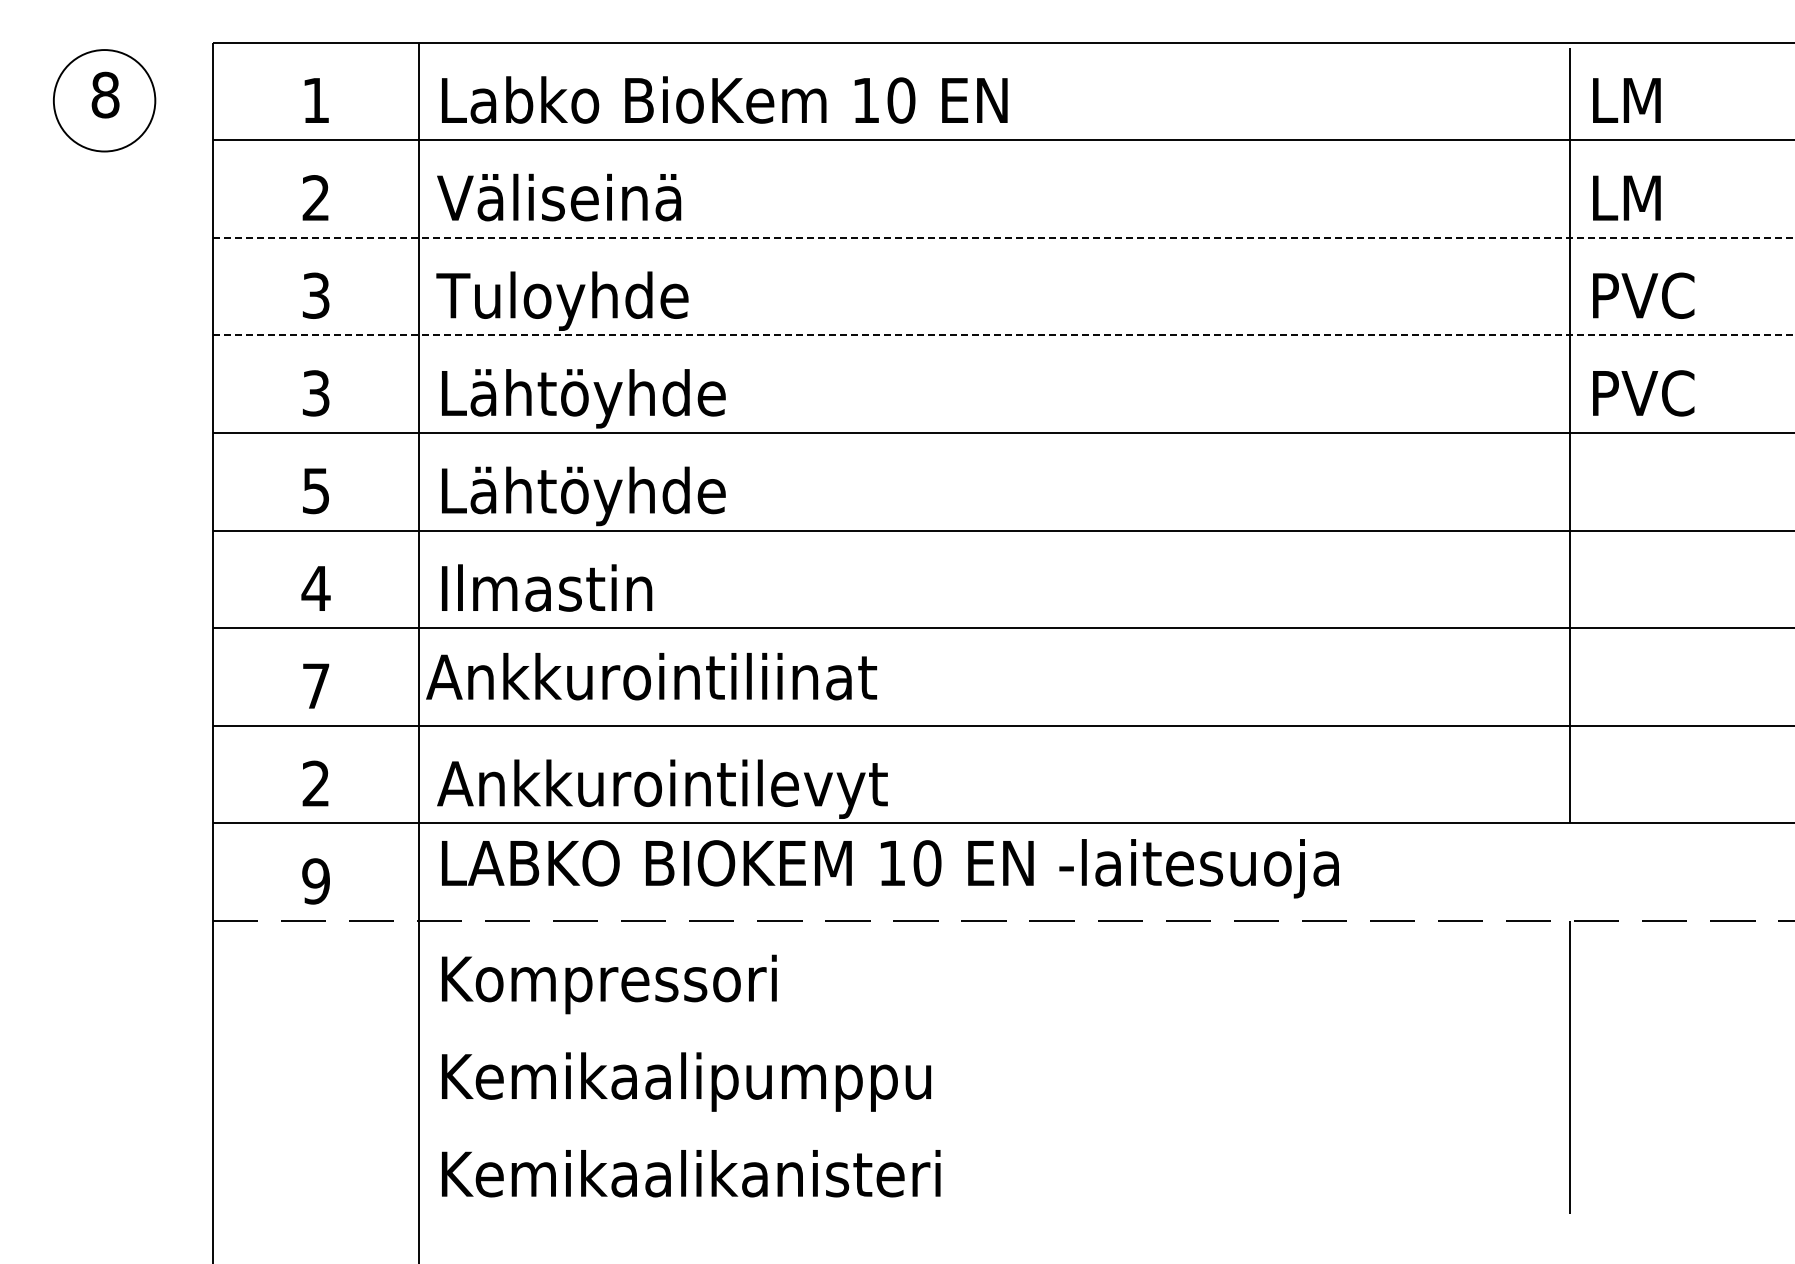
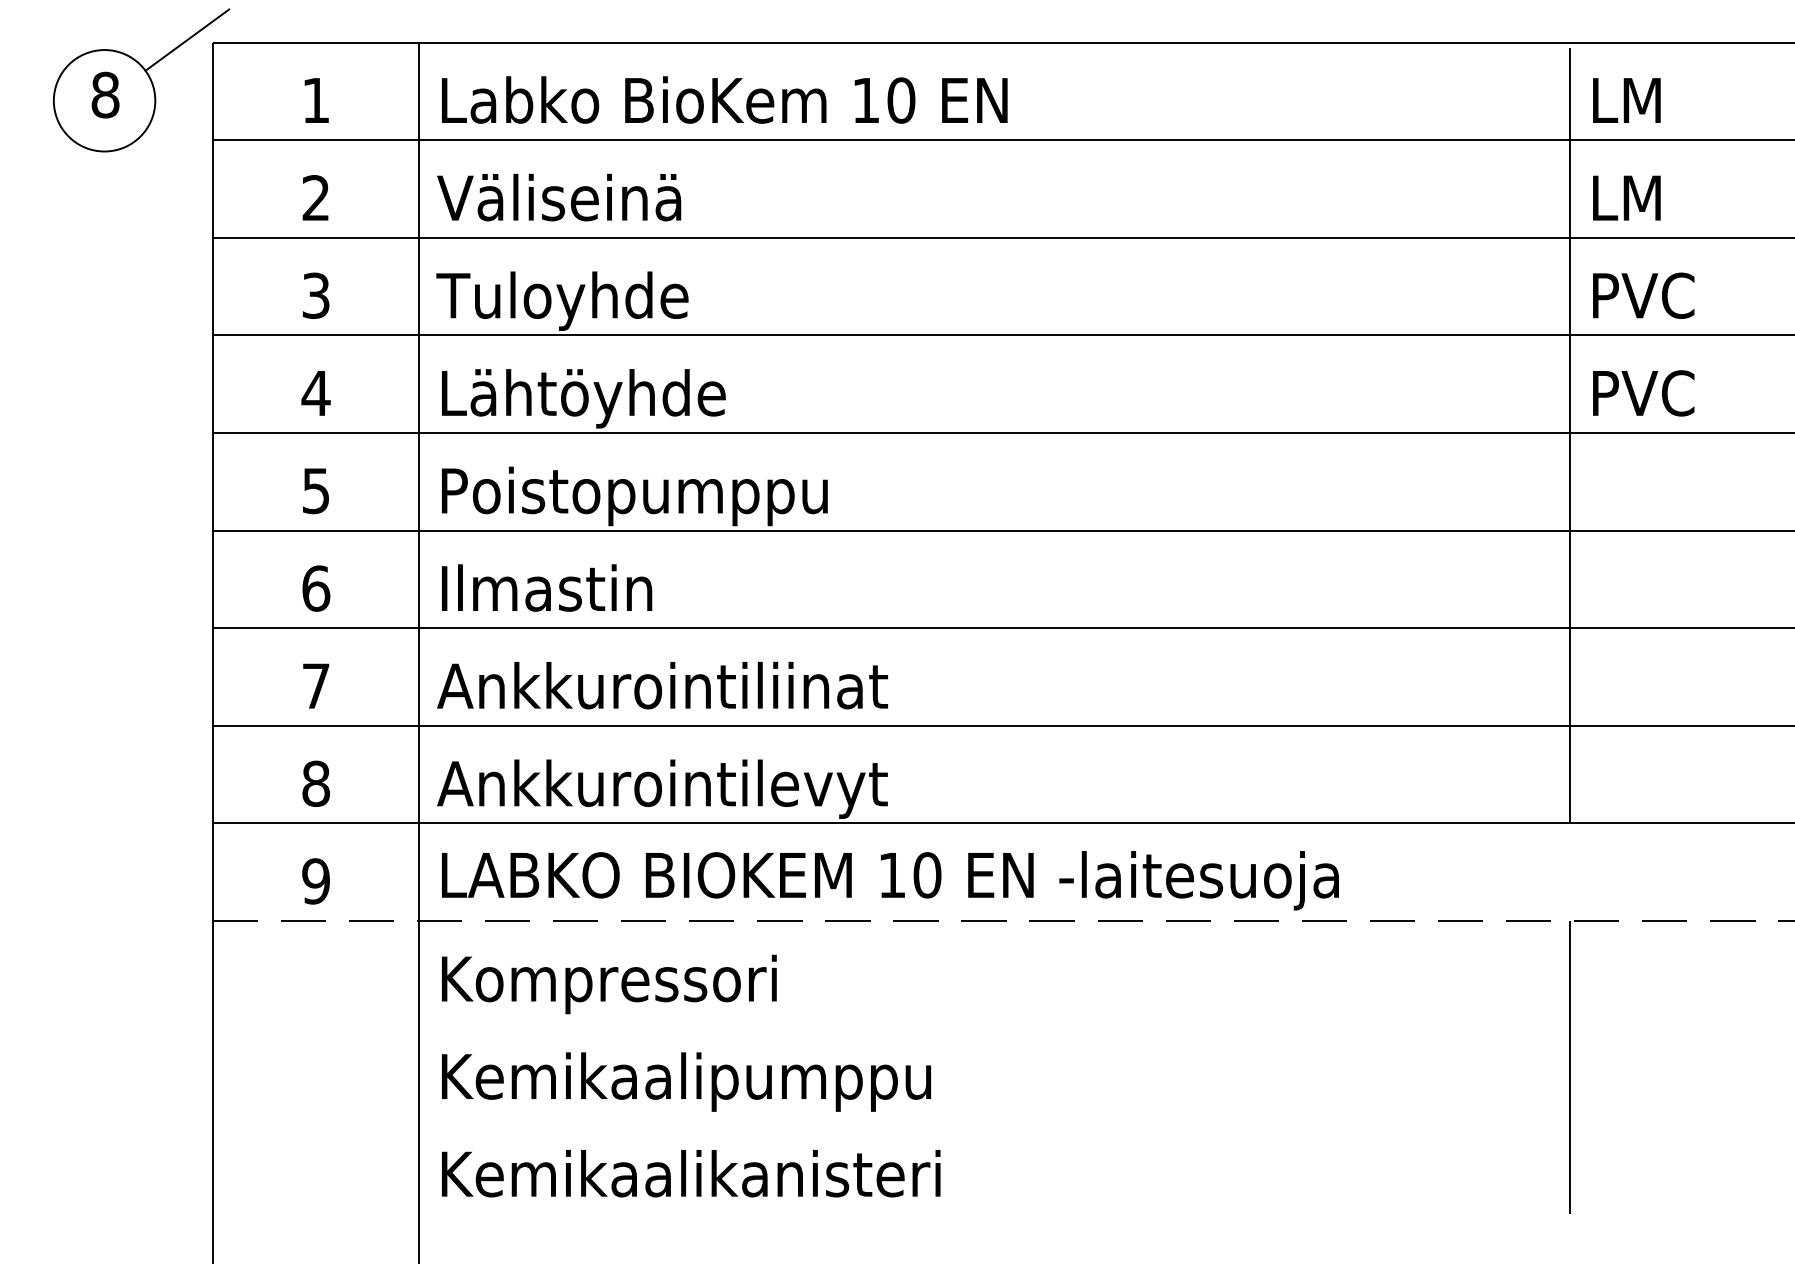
line at (187, 39): none -> present
line at (1003, 237): dashed -> solid
line at (1003, 335): dashed -> solid
text at (315, 393): 3 -> 4
text at (637, 496): Lähtöyhde -> Poistopumppu
text at (315, 588): 4 -> 6
text at (651, 676) position: (651, 676) -> (662, 685)
text at (316, 783): 2 -> 8
text at (890, 868) position: (890, 868) -> (890, 880)
